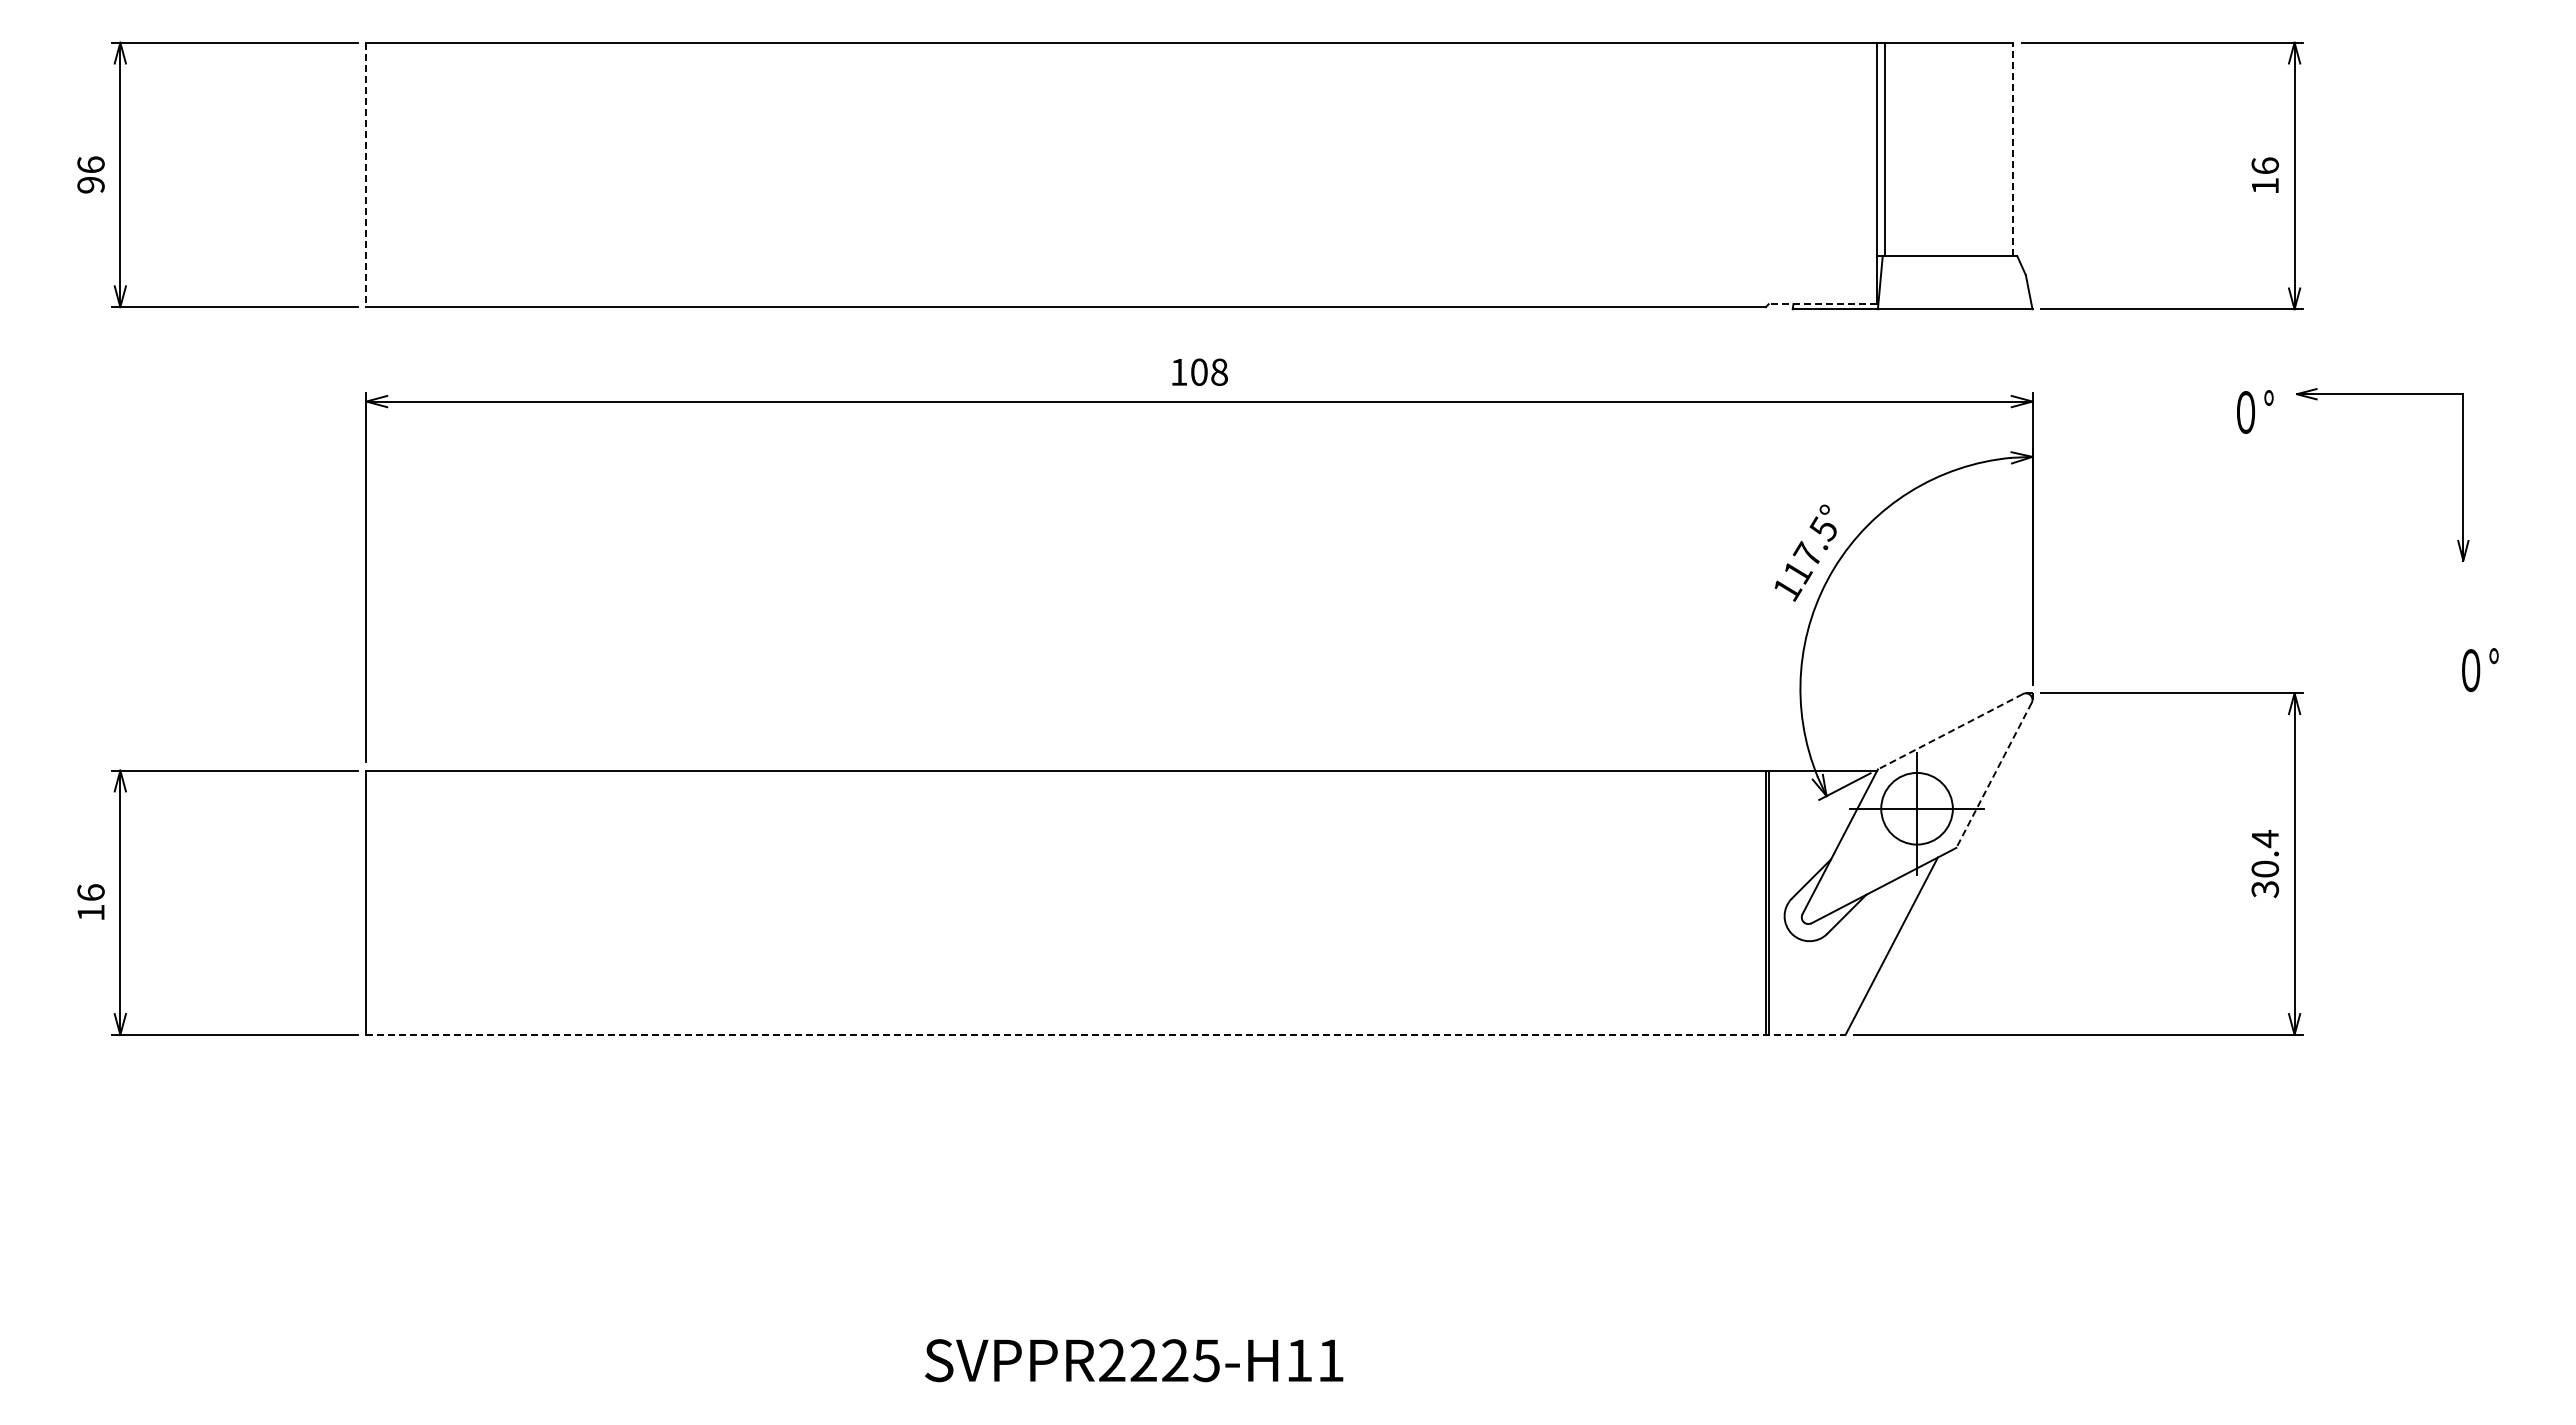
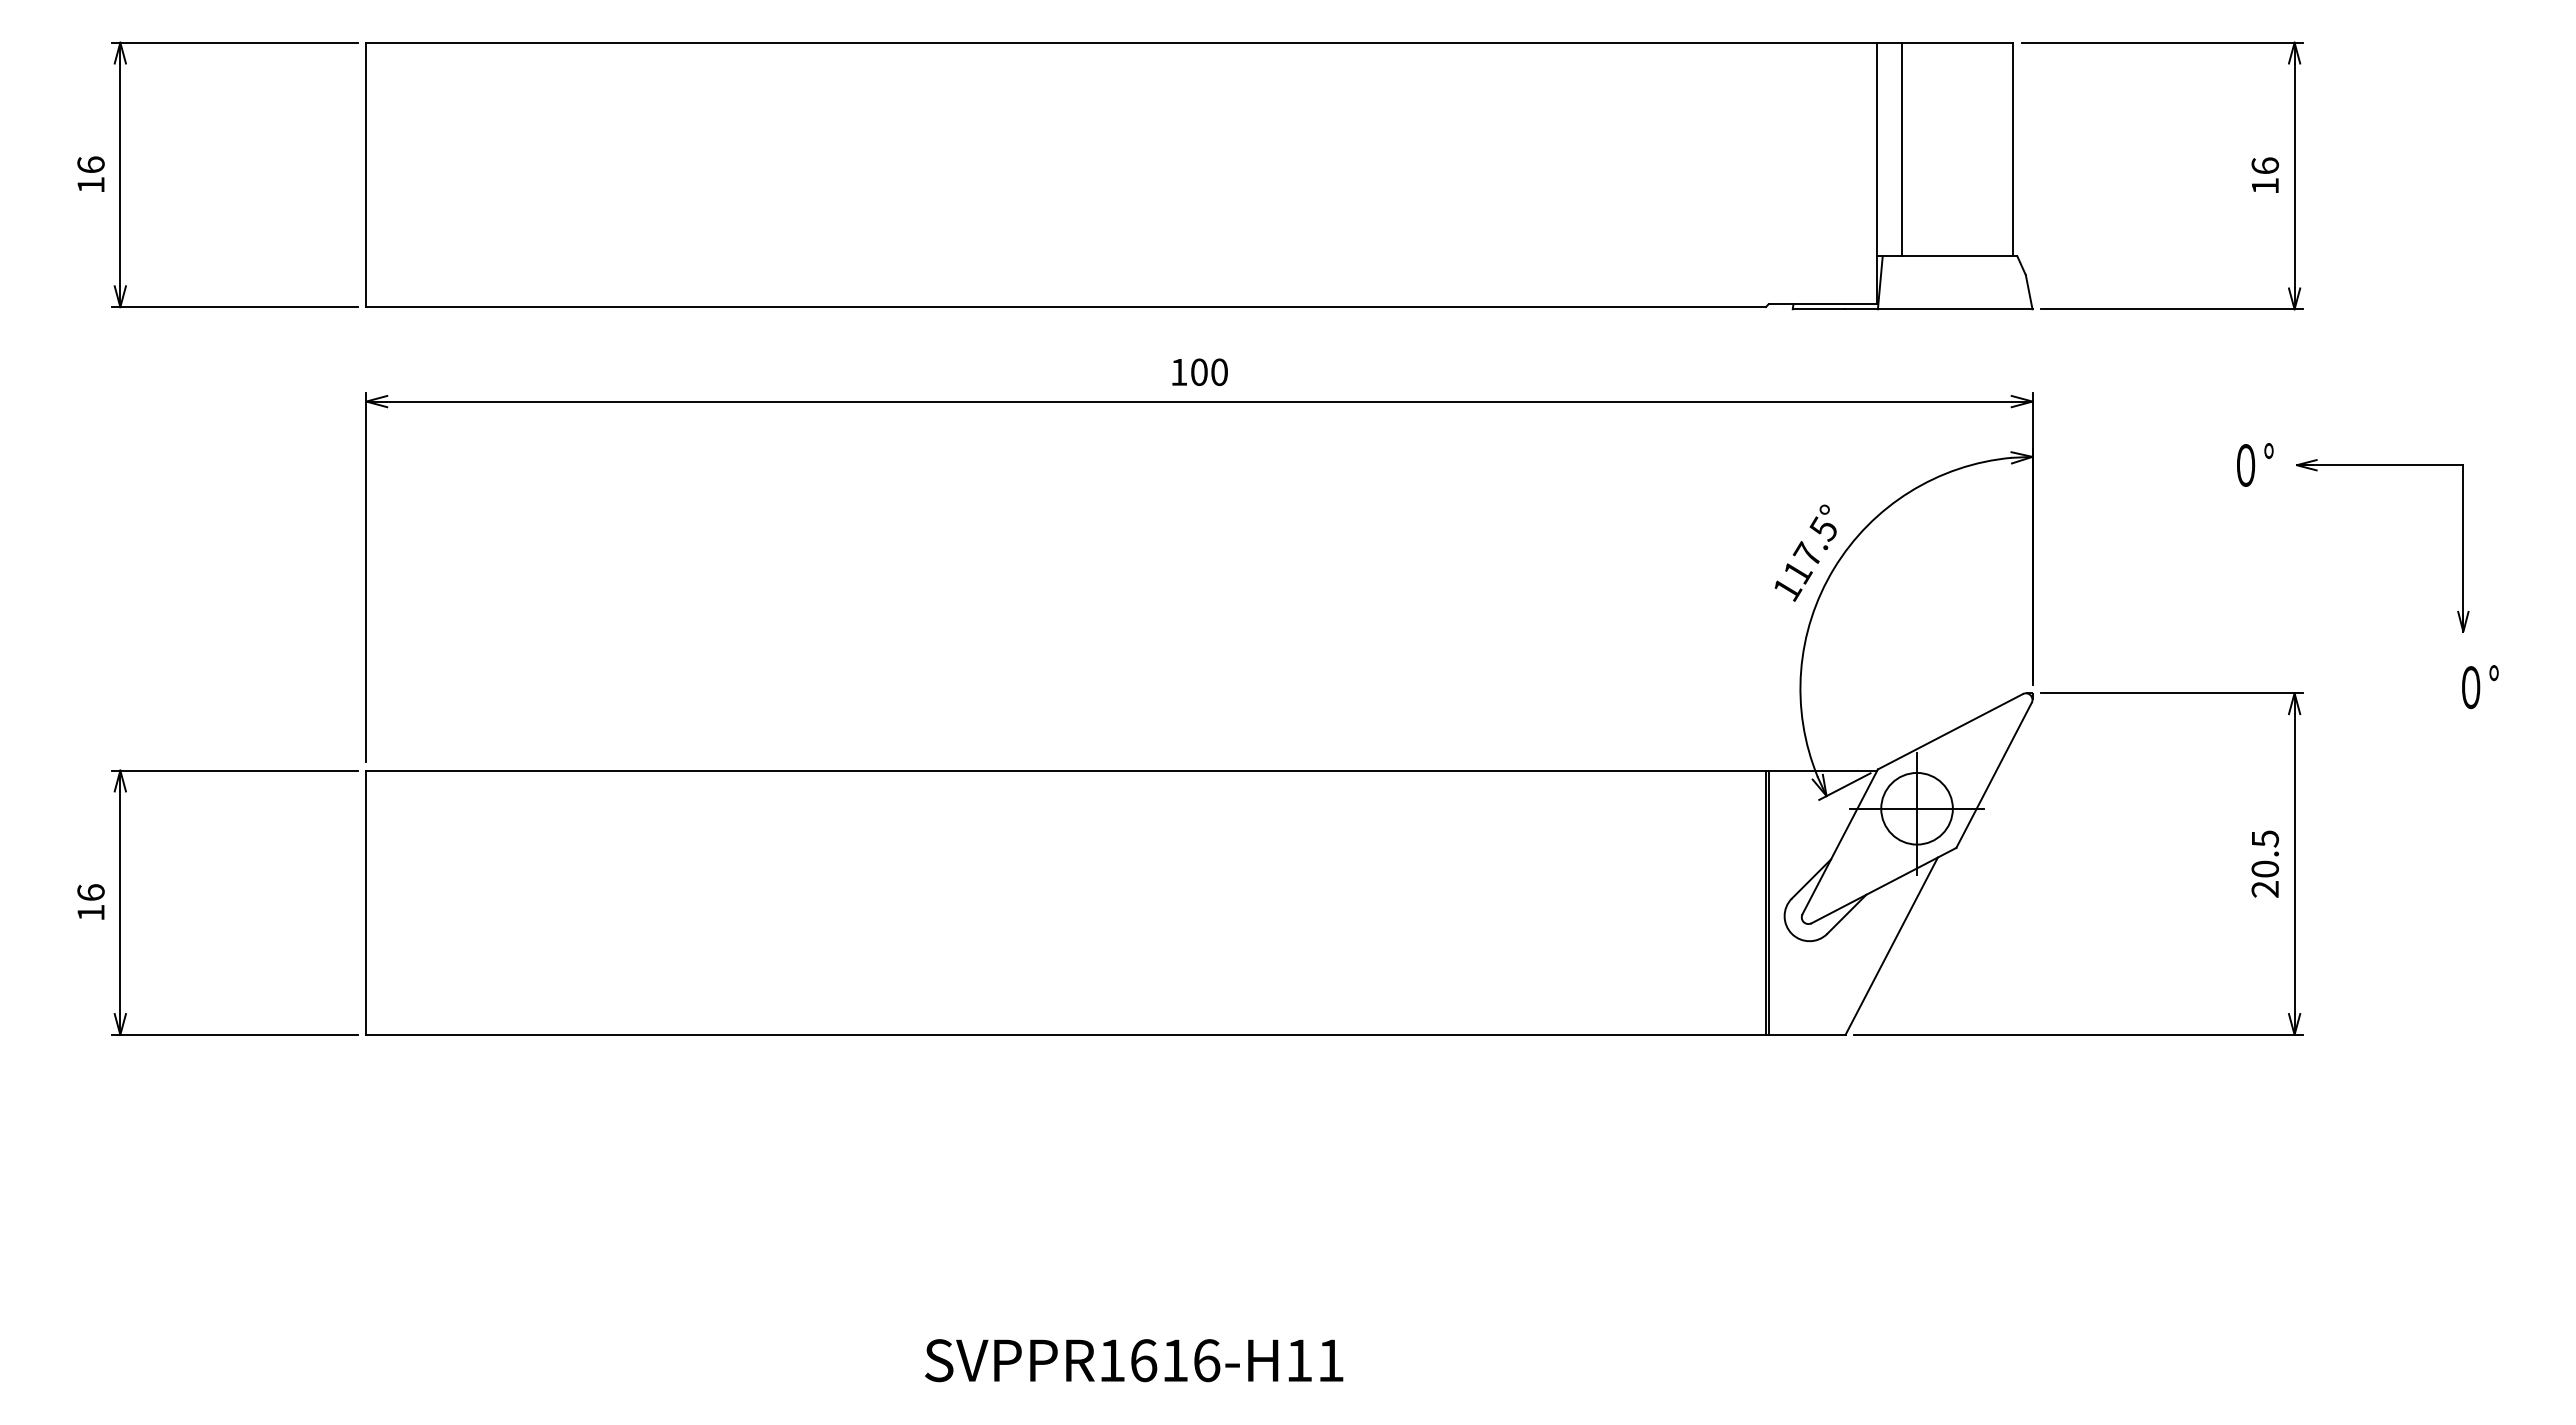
line at (1884, 149) position: (1884, 149) -> (1901, 149)
line at (2013, 149): dashed -> solid
line at (366, 175): dashed -> solid
text at (90, 185): 96 -> 16
line at (1822, 304): dashed -> solid
text at (1219, 372): 108 -> 100
part at (2382, 394) position: (2382, 394) -> (2382, 465)
text at (2255, 411) position: (2255, 411) -> (2255, 464)
text at (2480, 670) position: (2480, 670) -> (2480, 687)
line at (1950, 731): dashed -> solid
line at (1994, 775): dashed -> solid
text at (2265, 863): 30.4 -> 20.5
line at (1106, 1034): dashed -> solid
text at (1159, 1360): SVPPR2225-H11 -> SVPPR1616-H11
